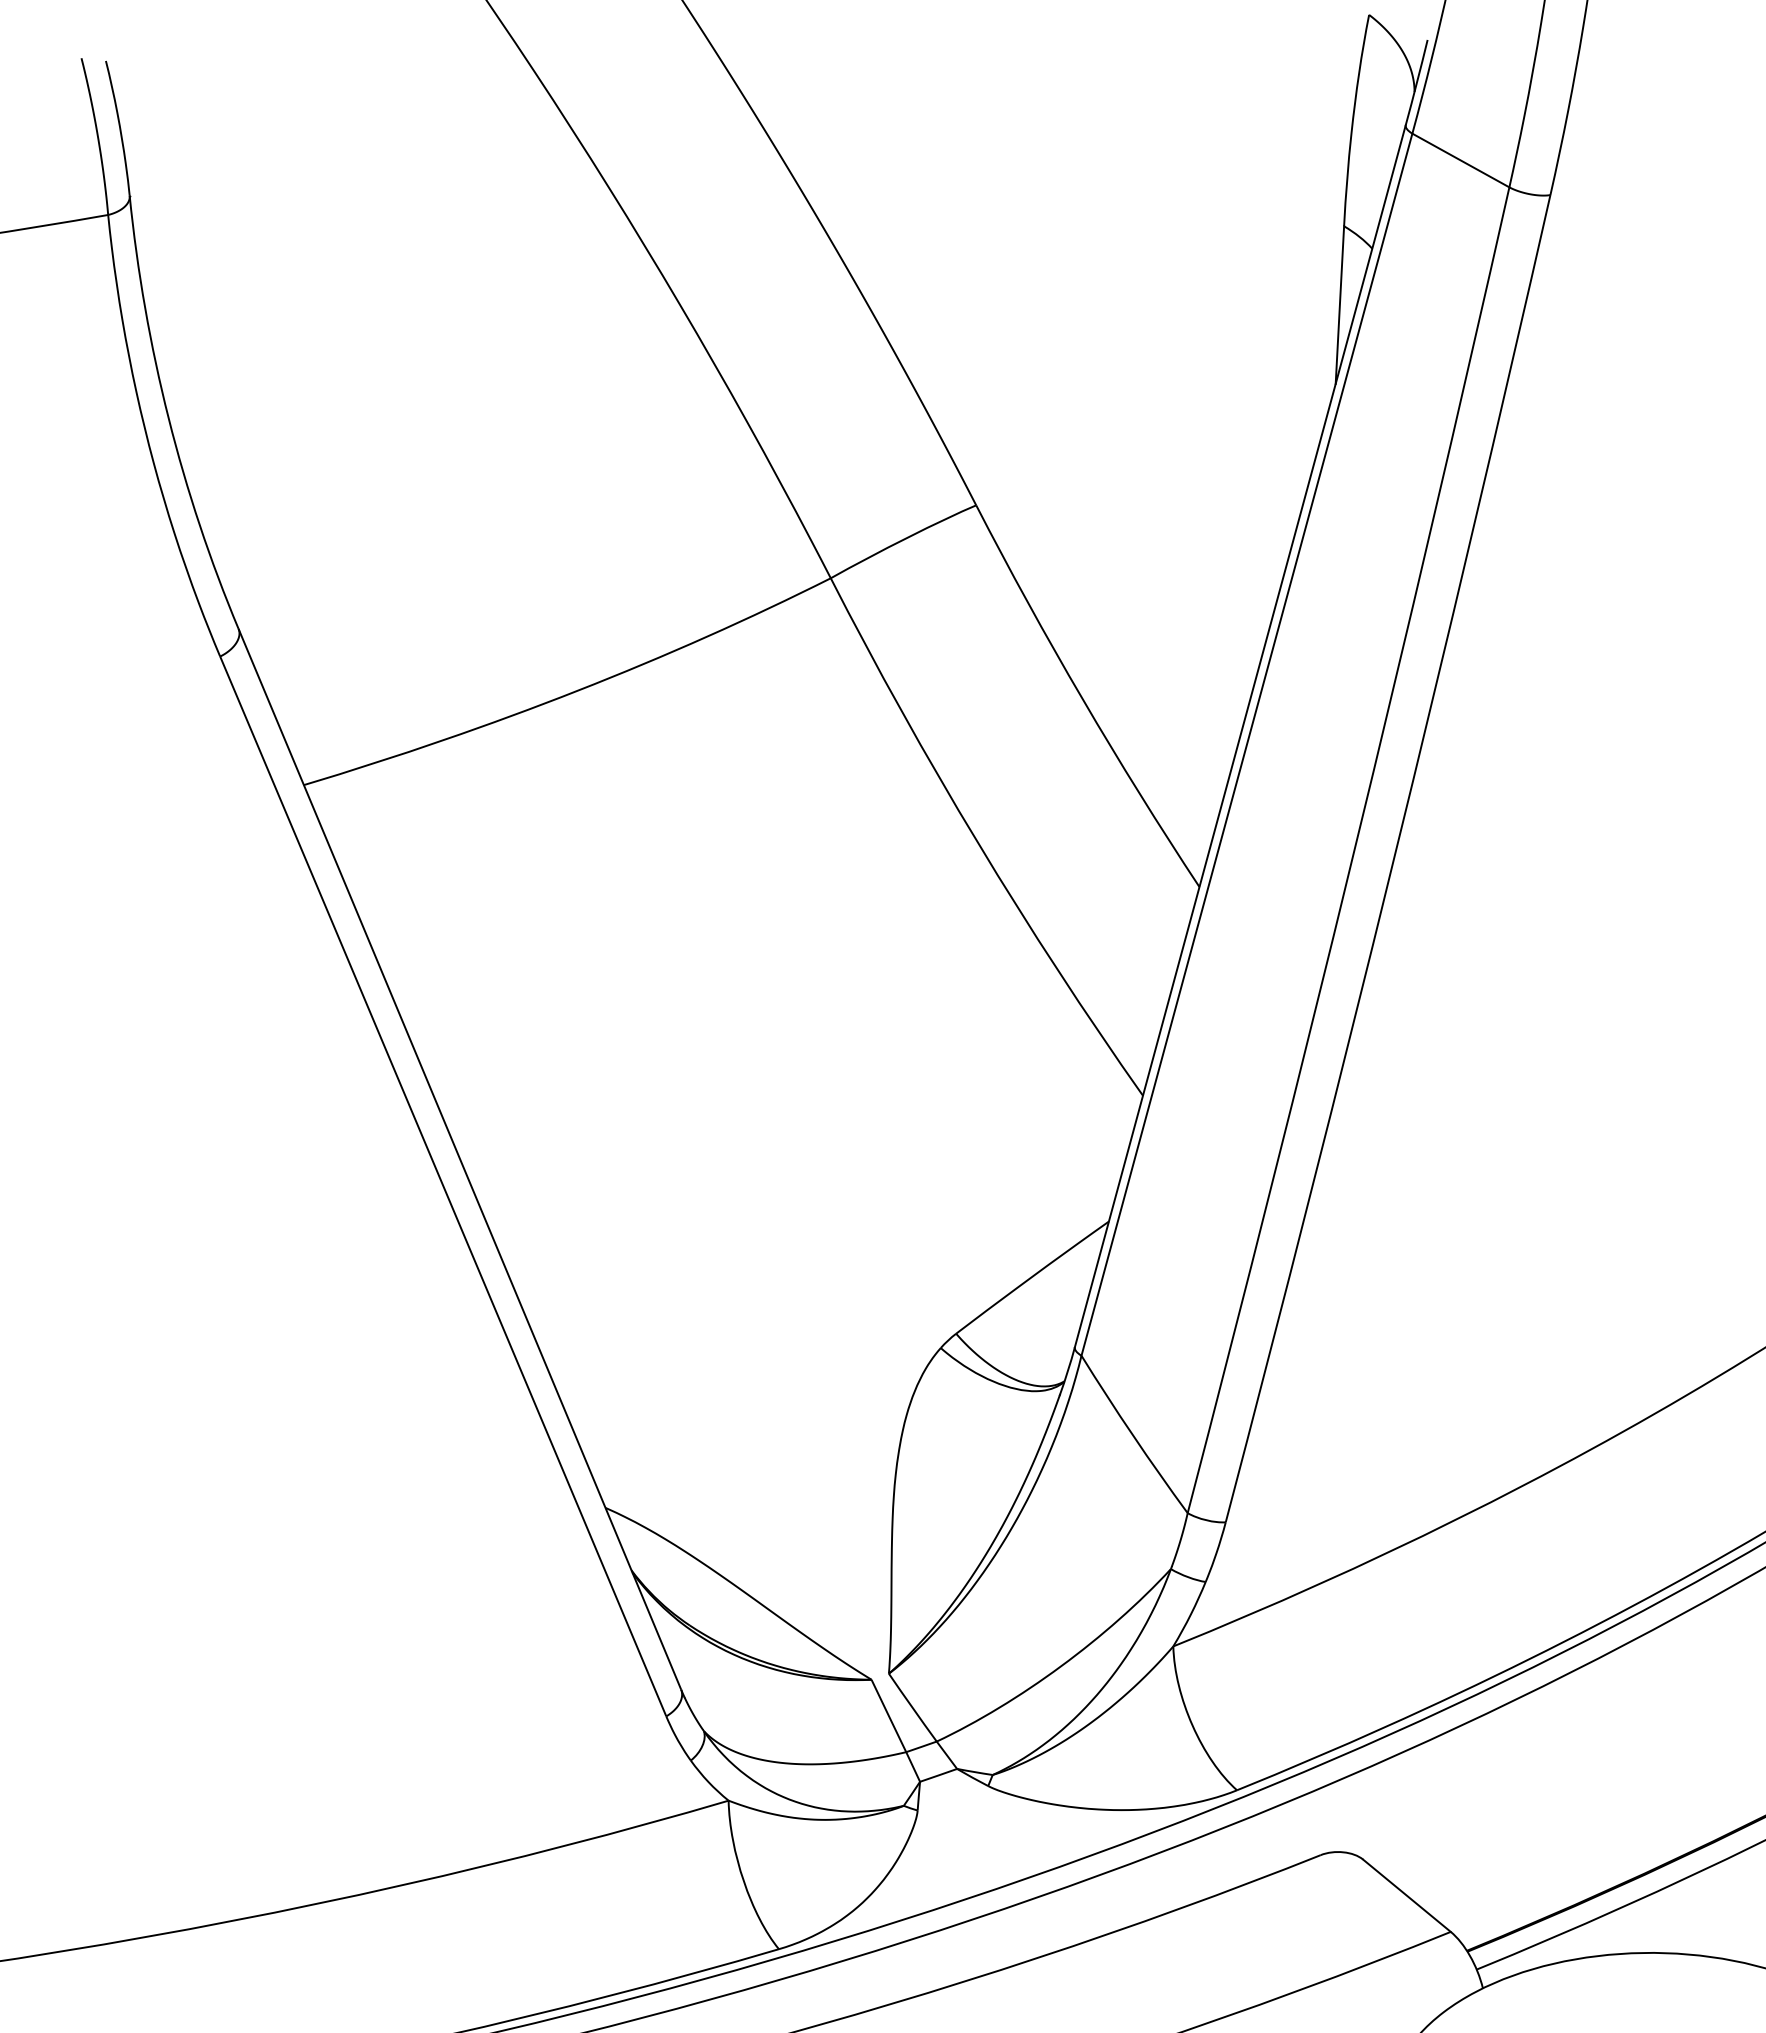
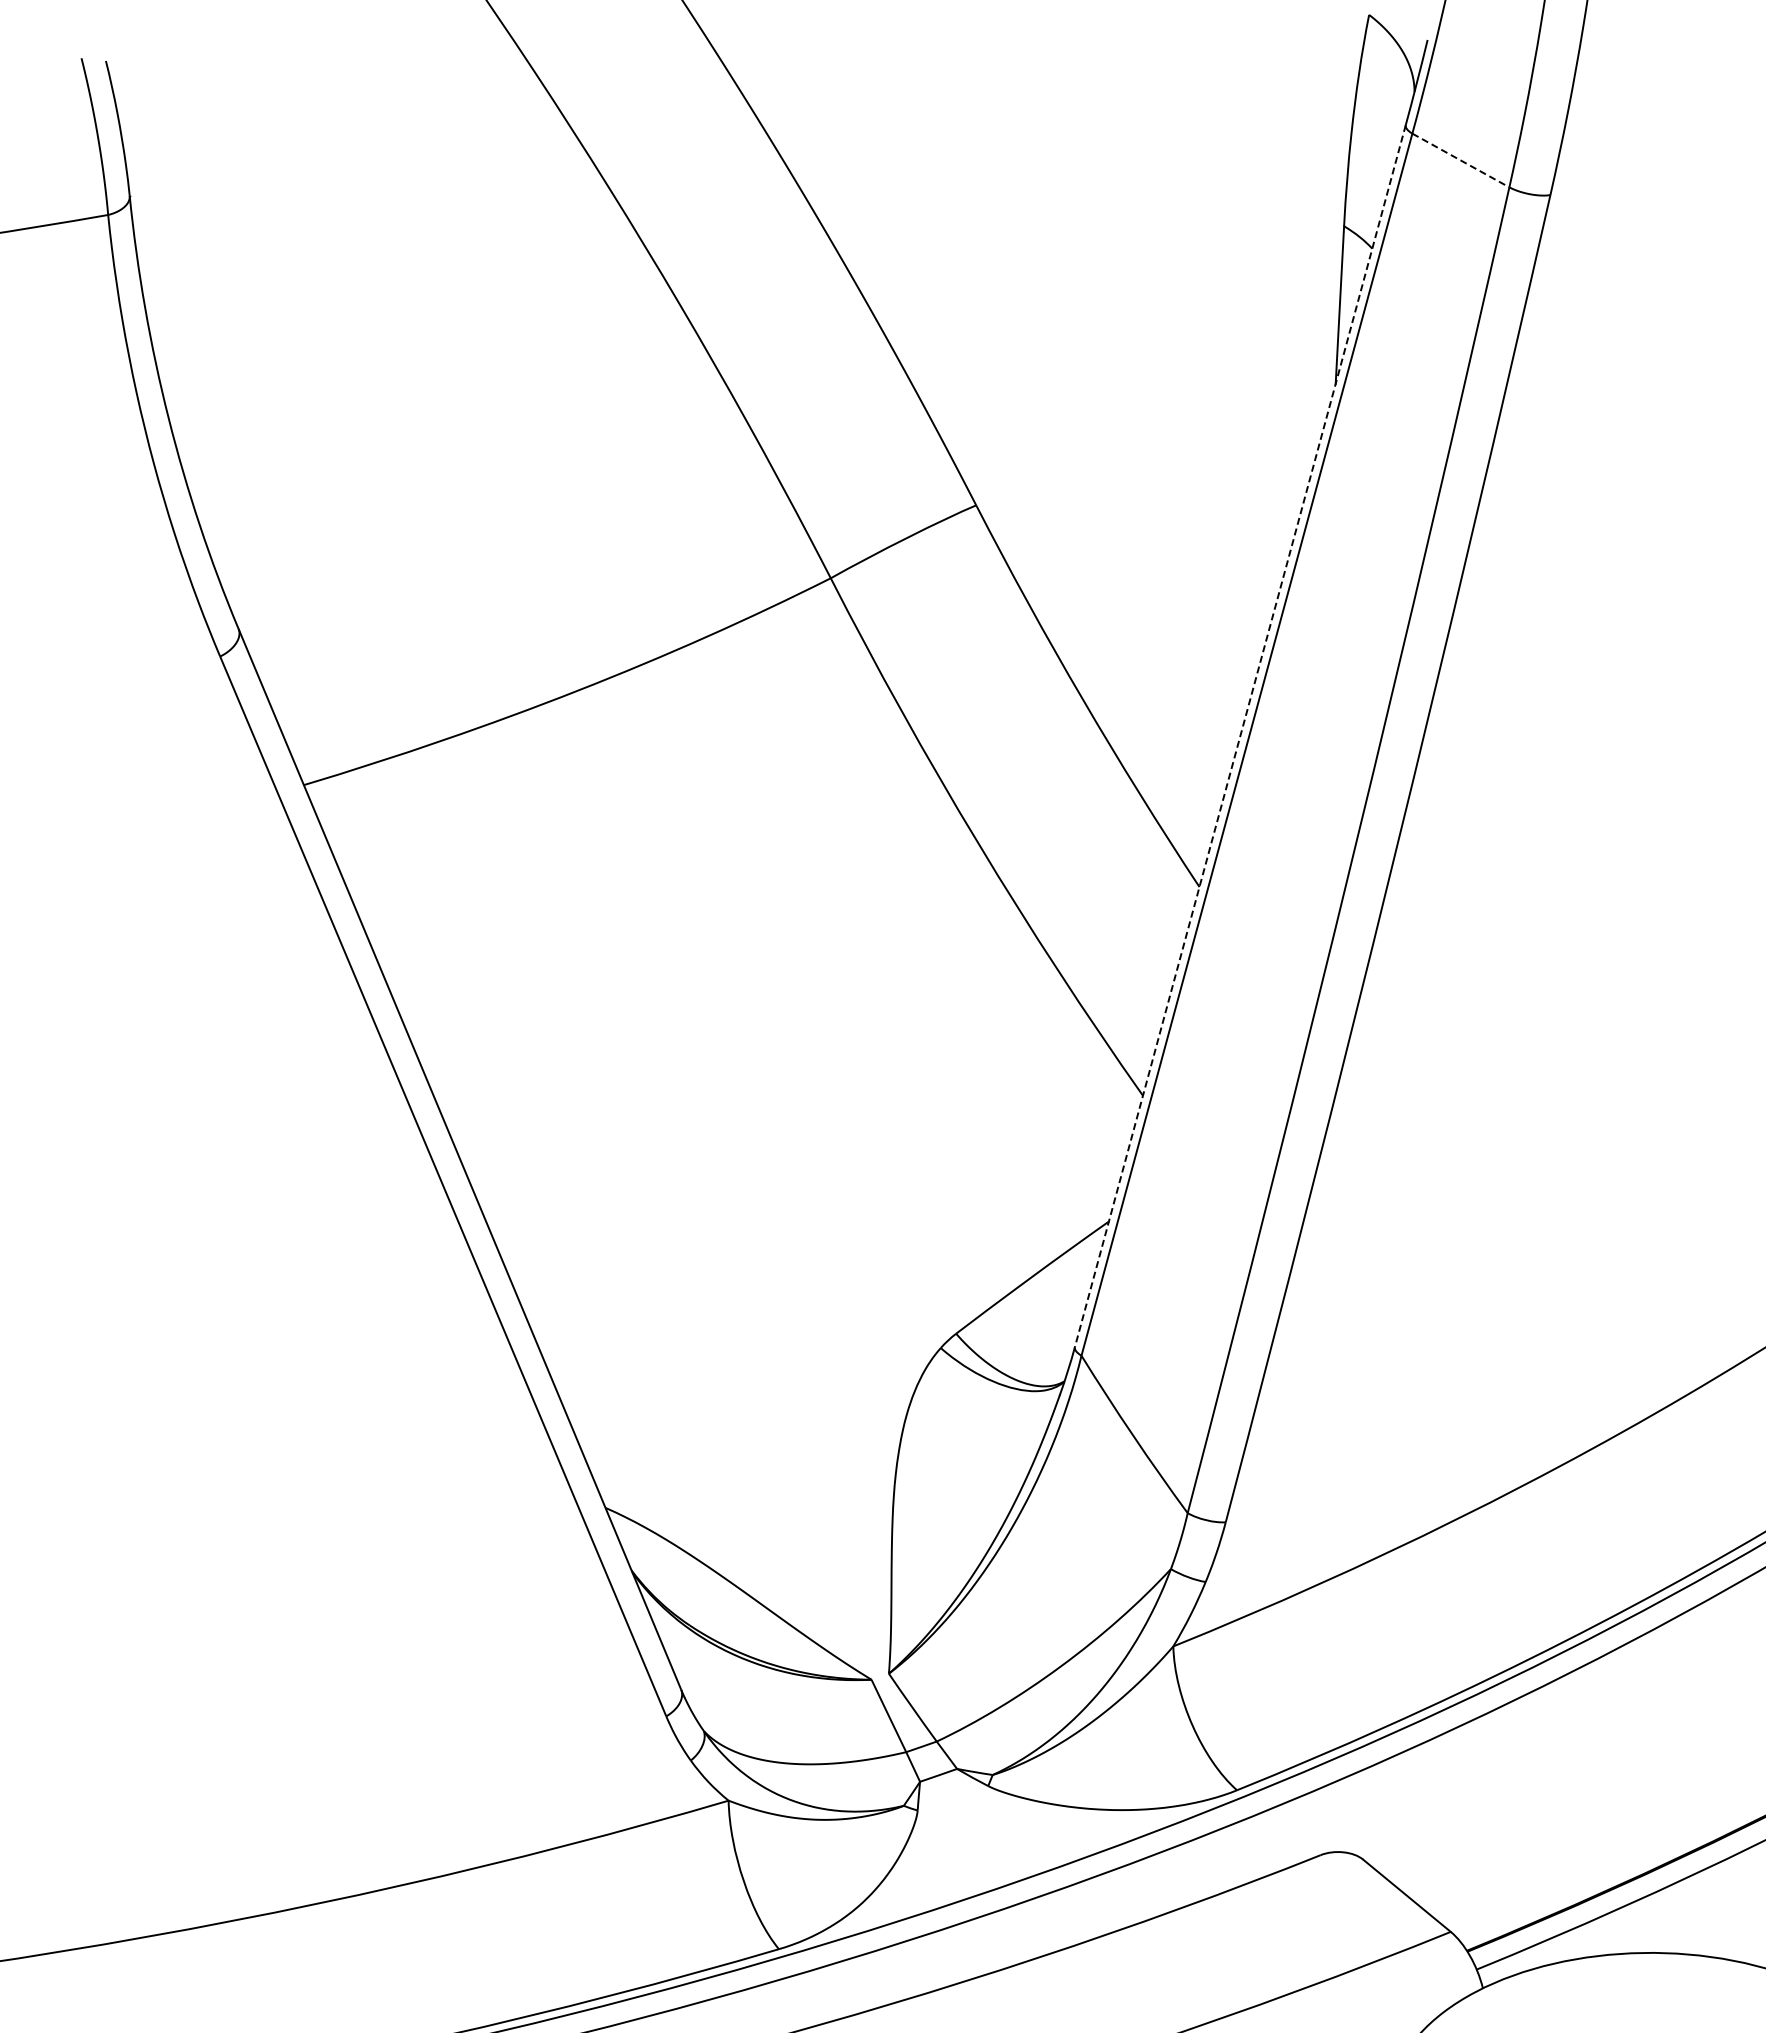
line at (1461, 160): solid -> dashed
line at (1240, 736): solid -> dashed
